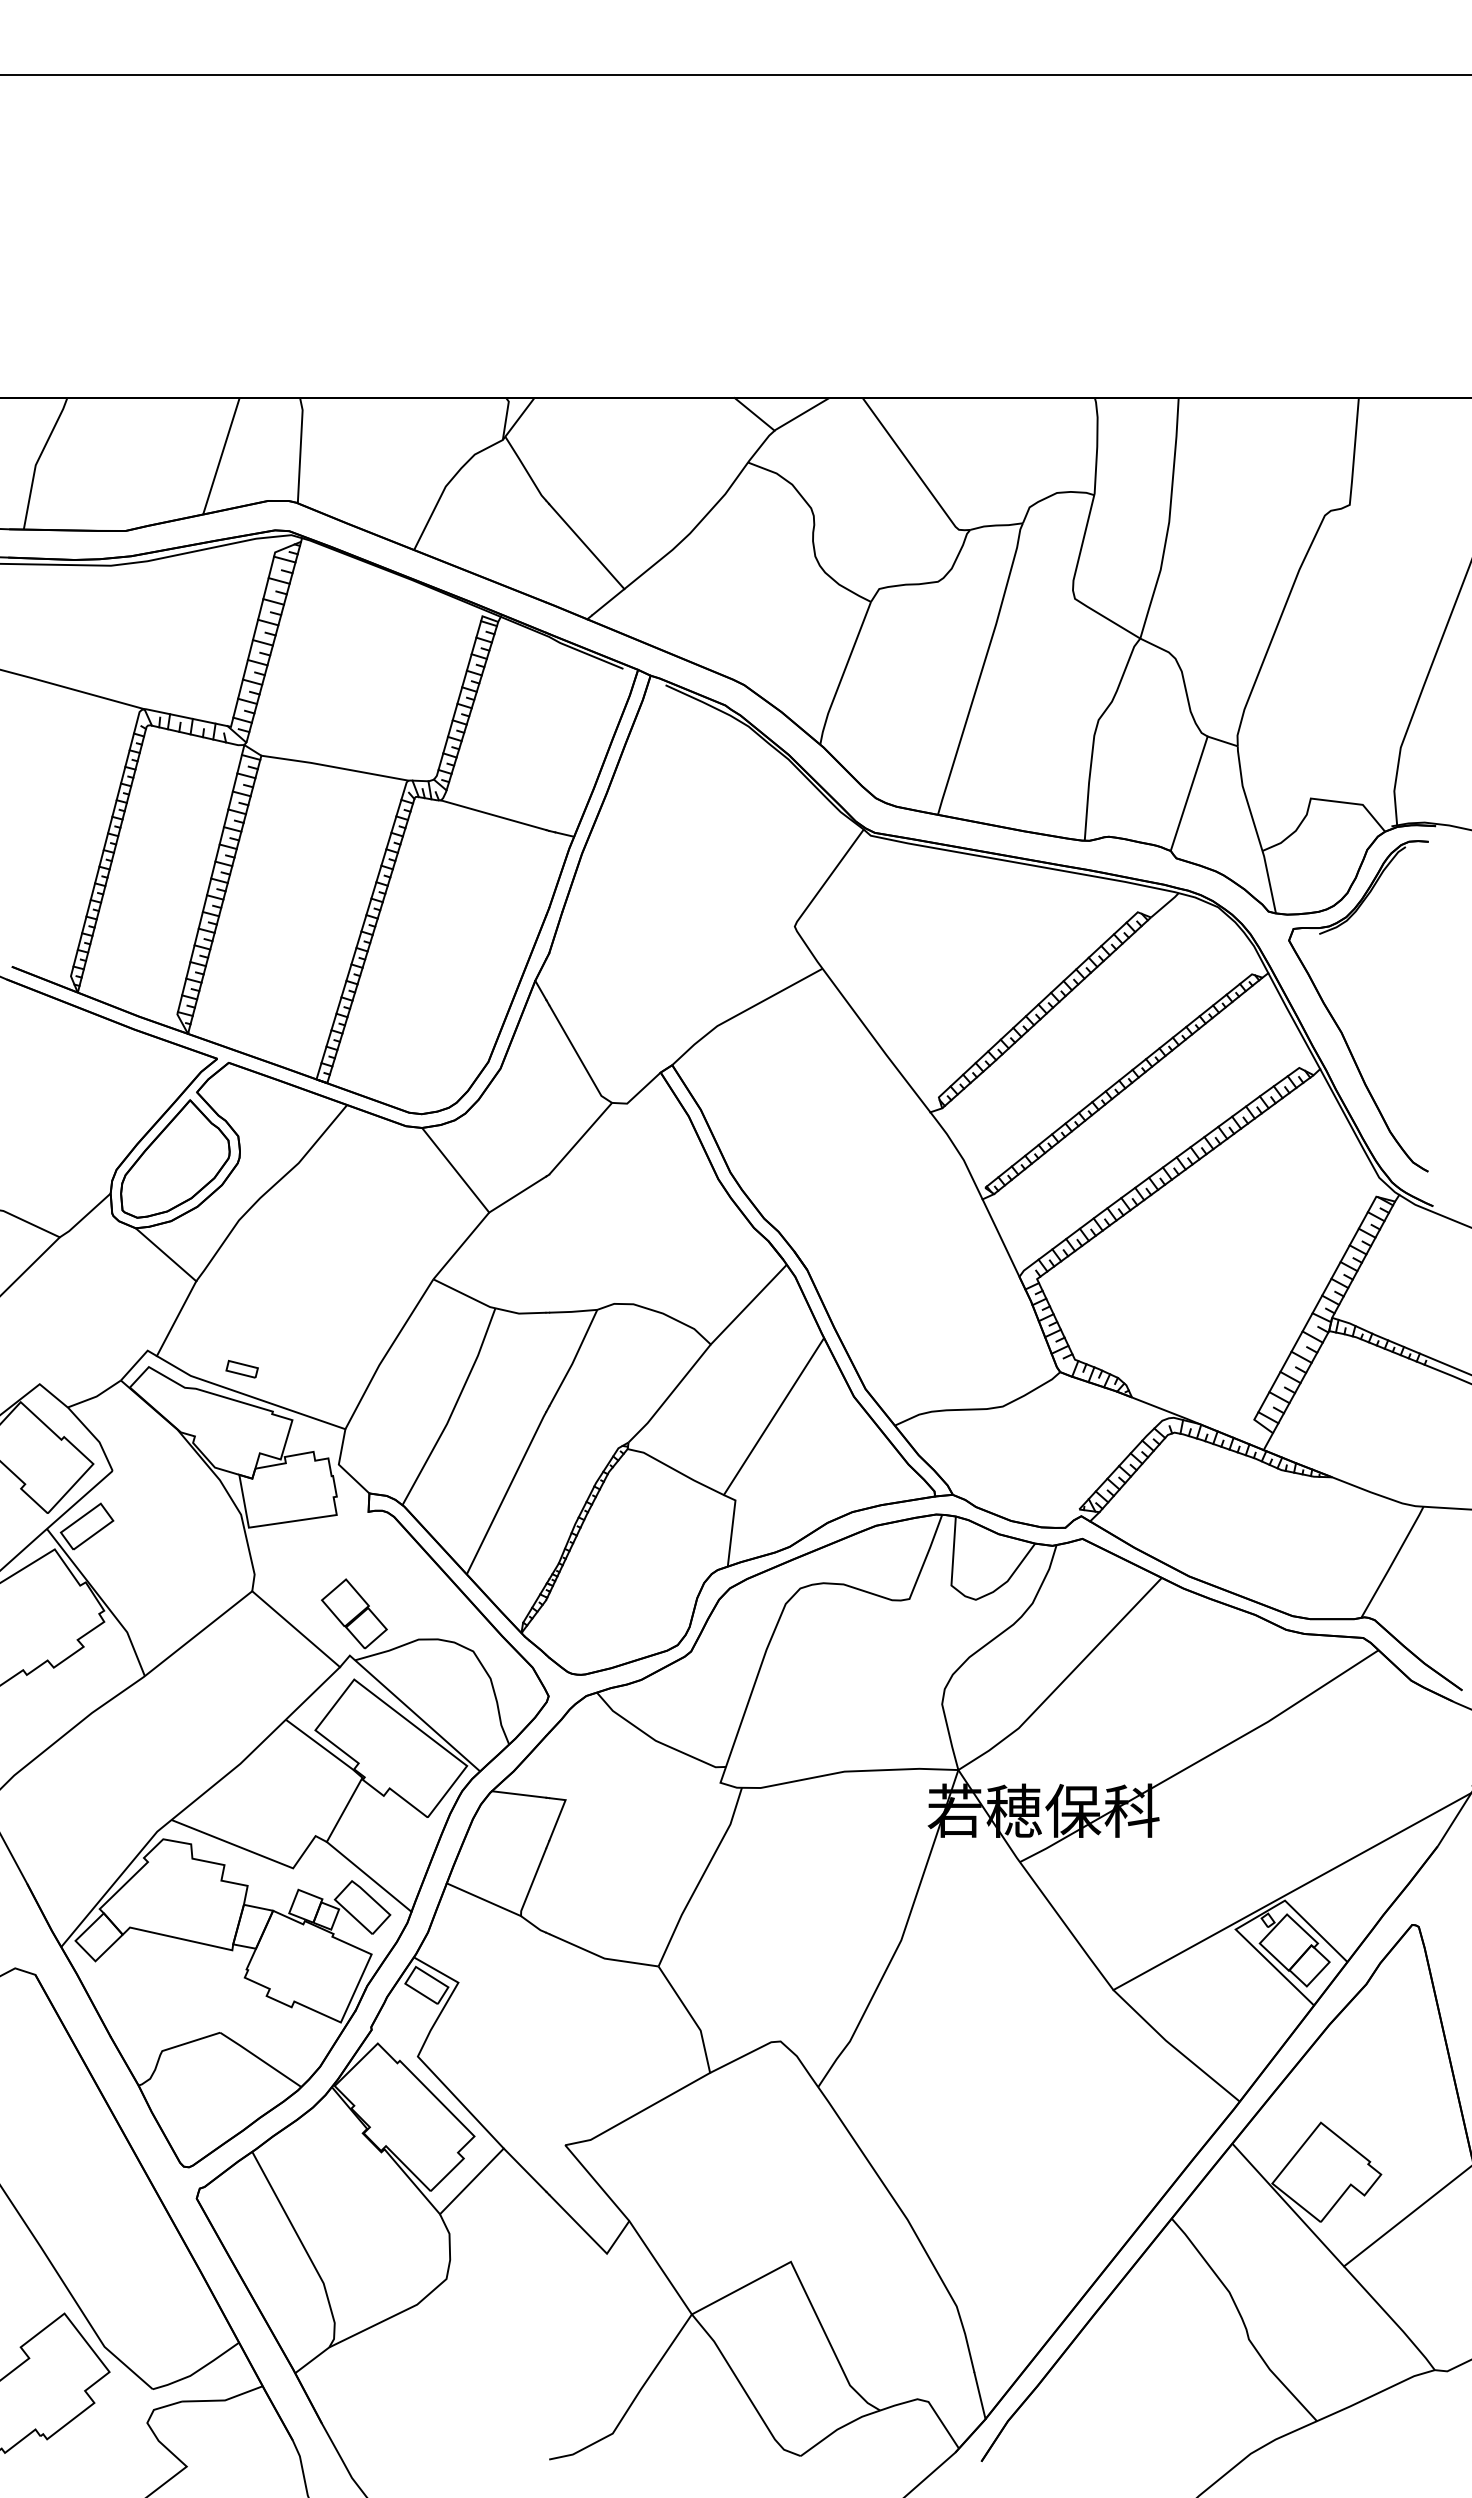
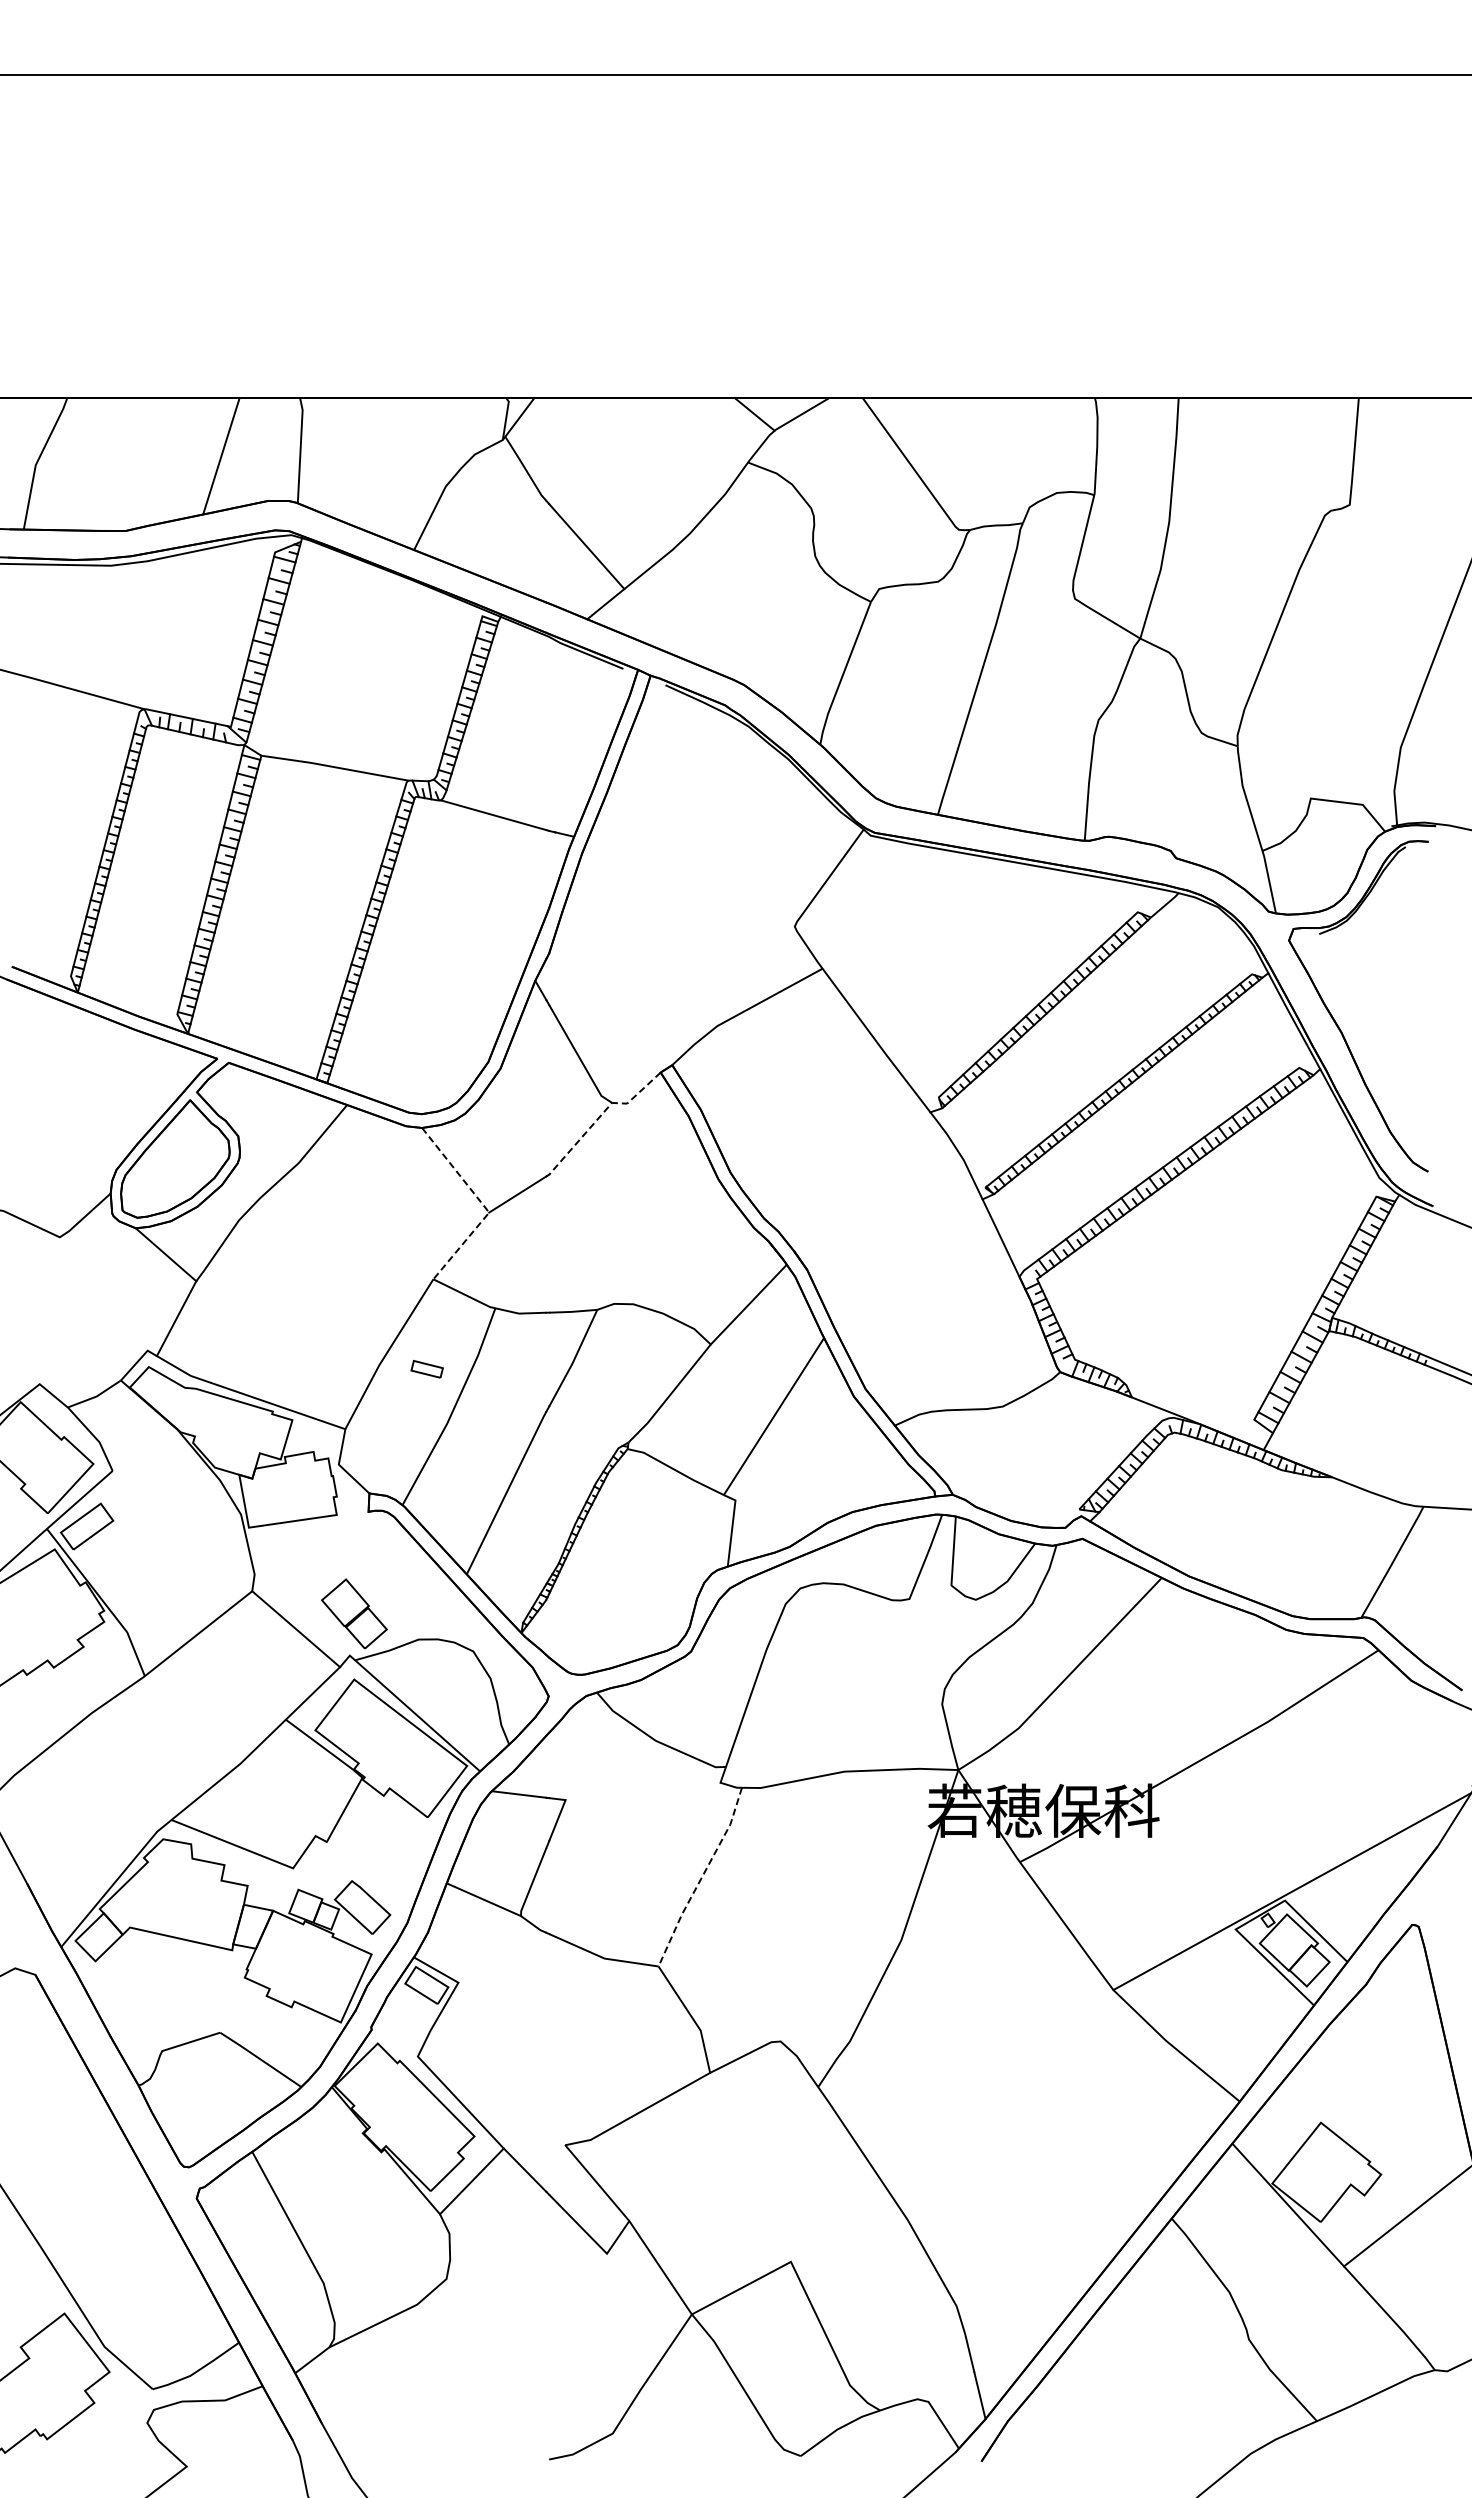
line at (1188, 793): present -> none
line at (601, 1114): solid -> dashed
line at (483, 1205): solid -> dashed
line at (30, 1265): present -> none
part at (241, 1368) position: (241, 1368) -> (426, 1368)
line at (368, 1876): present -> none
line at (701, 1877): solid -> dashed
